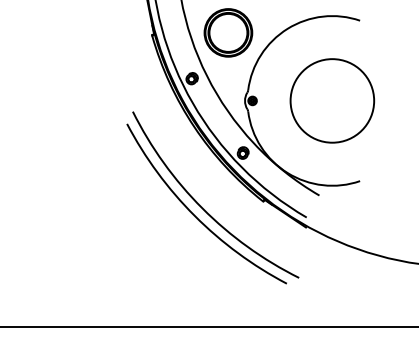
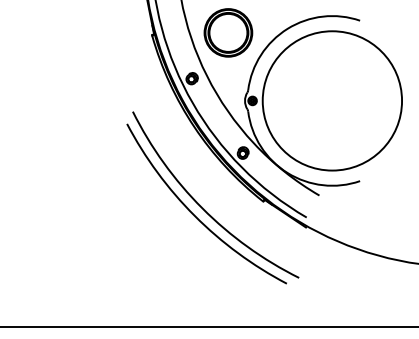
circle at (332, 100) diameter: 84 px -> 139 px
